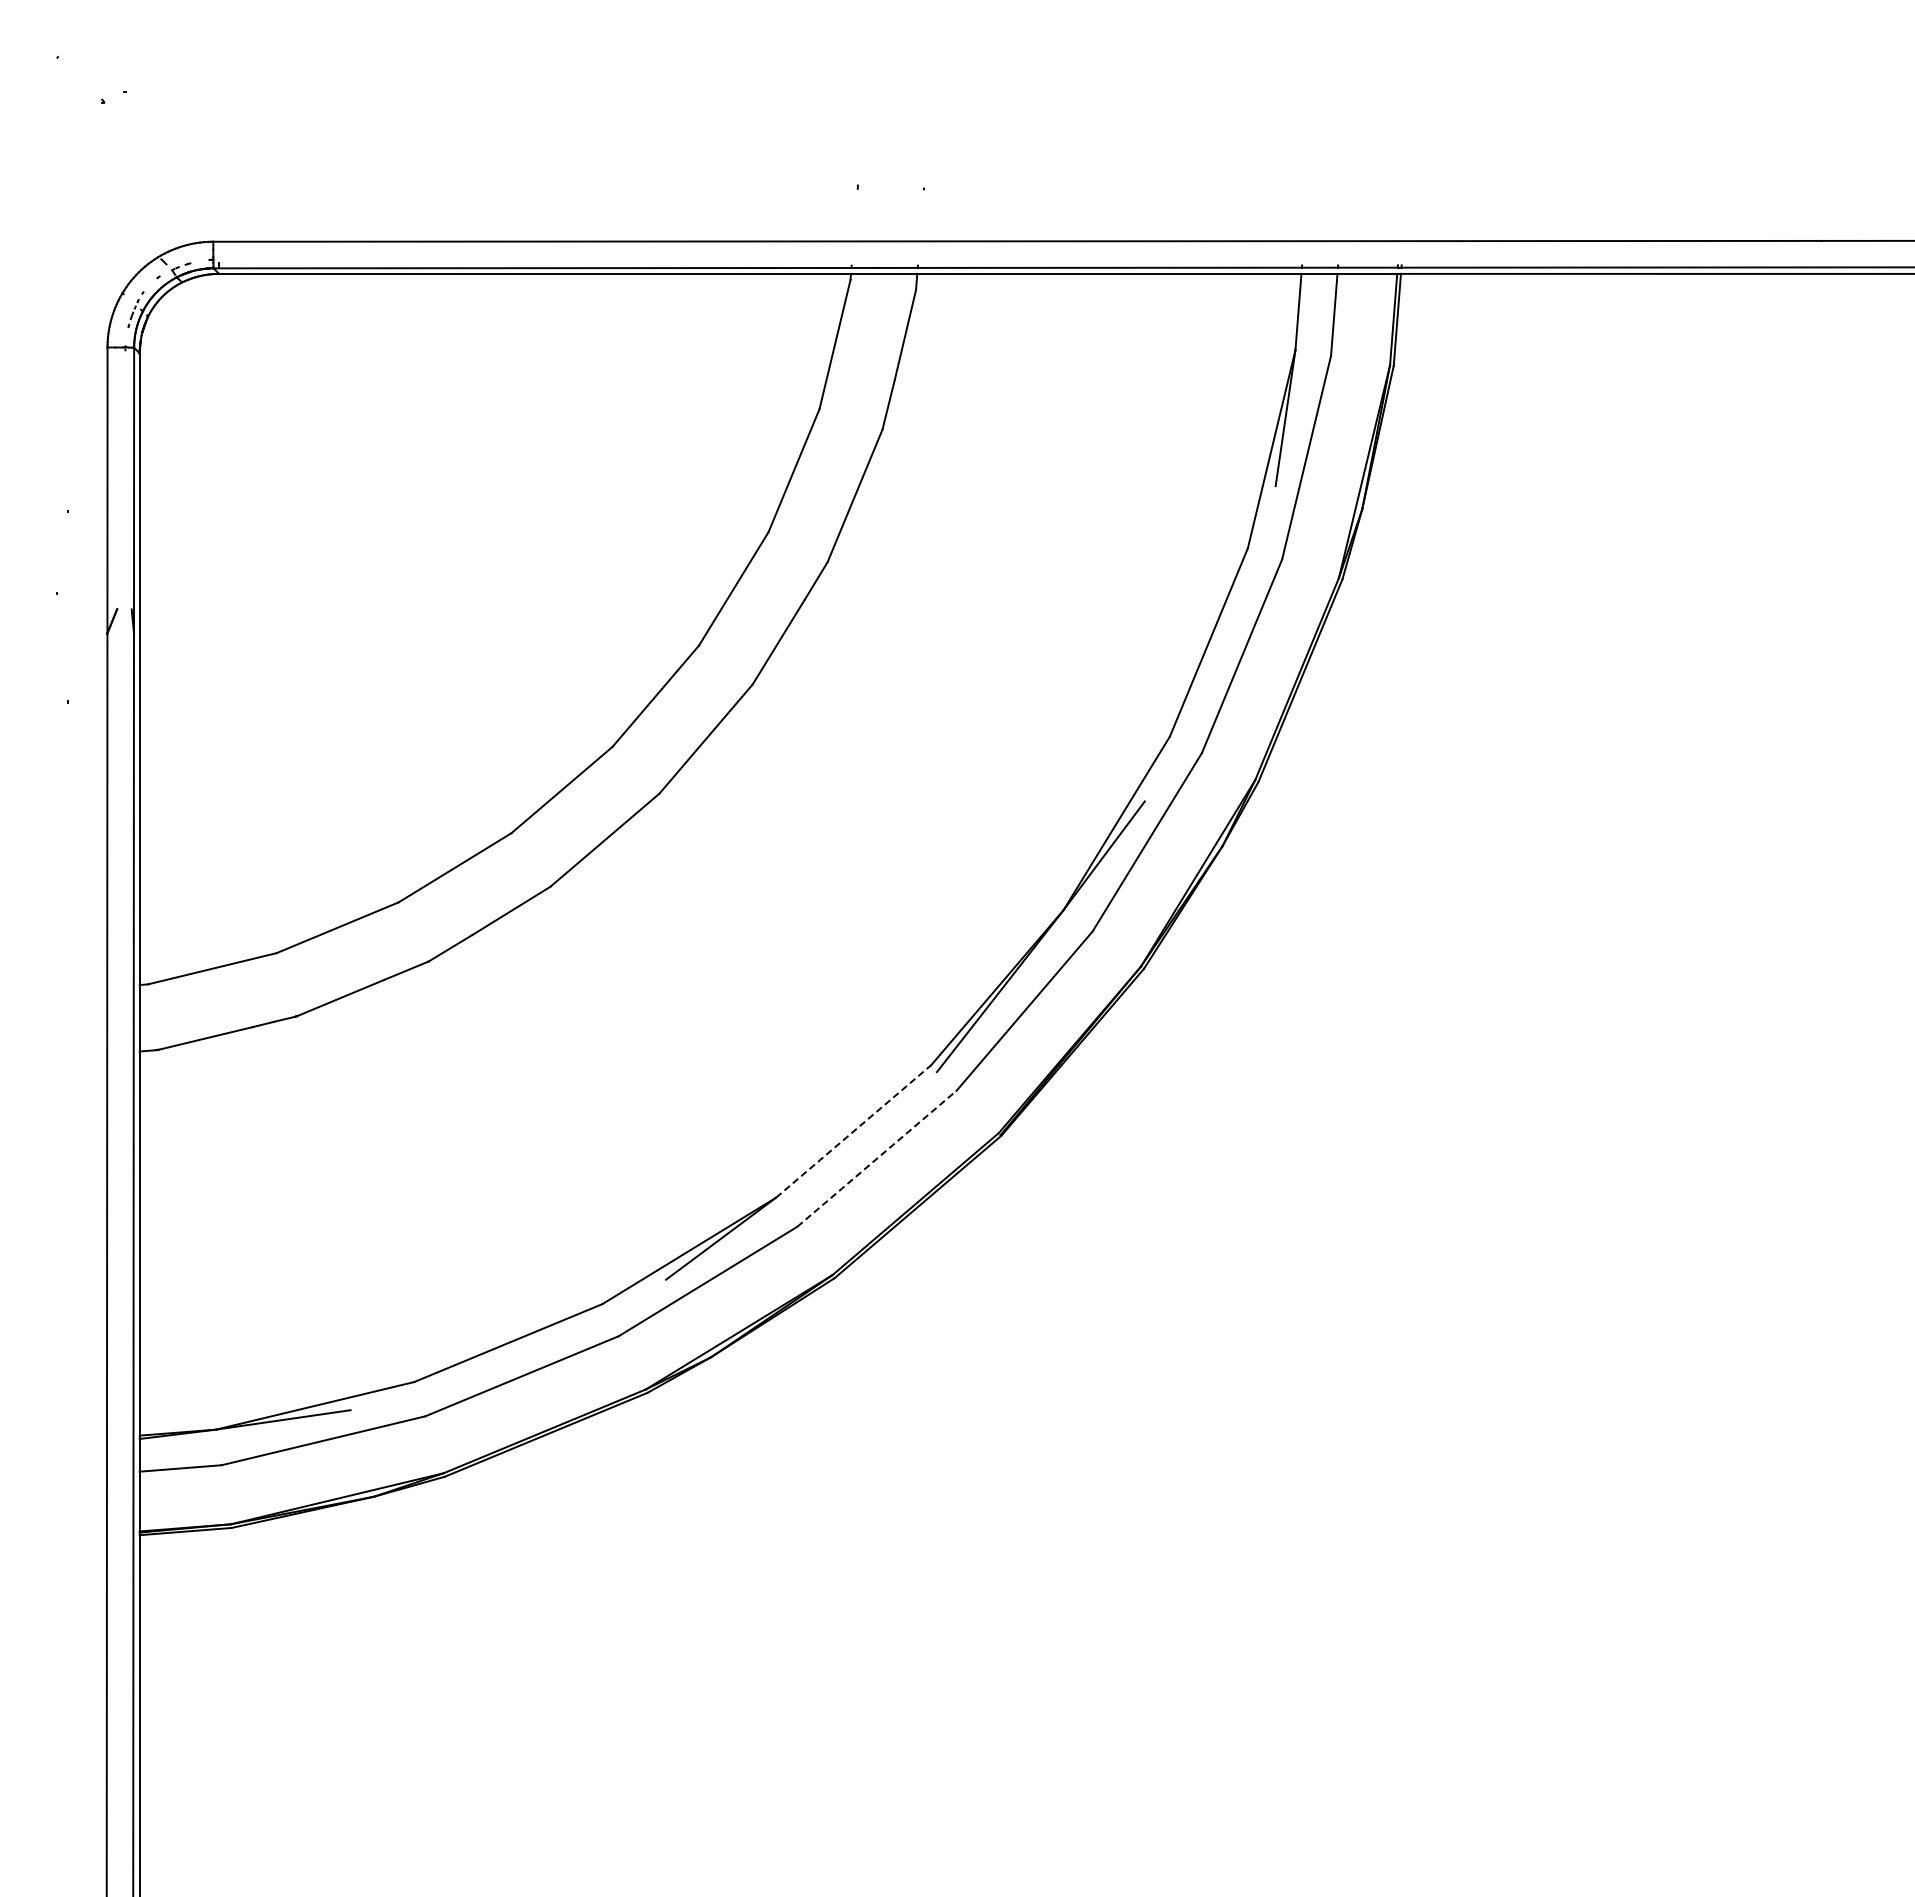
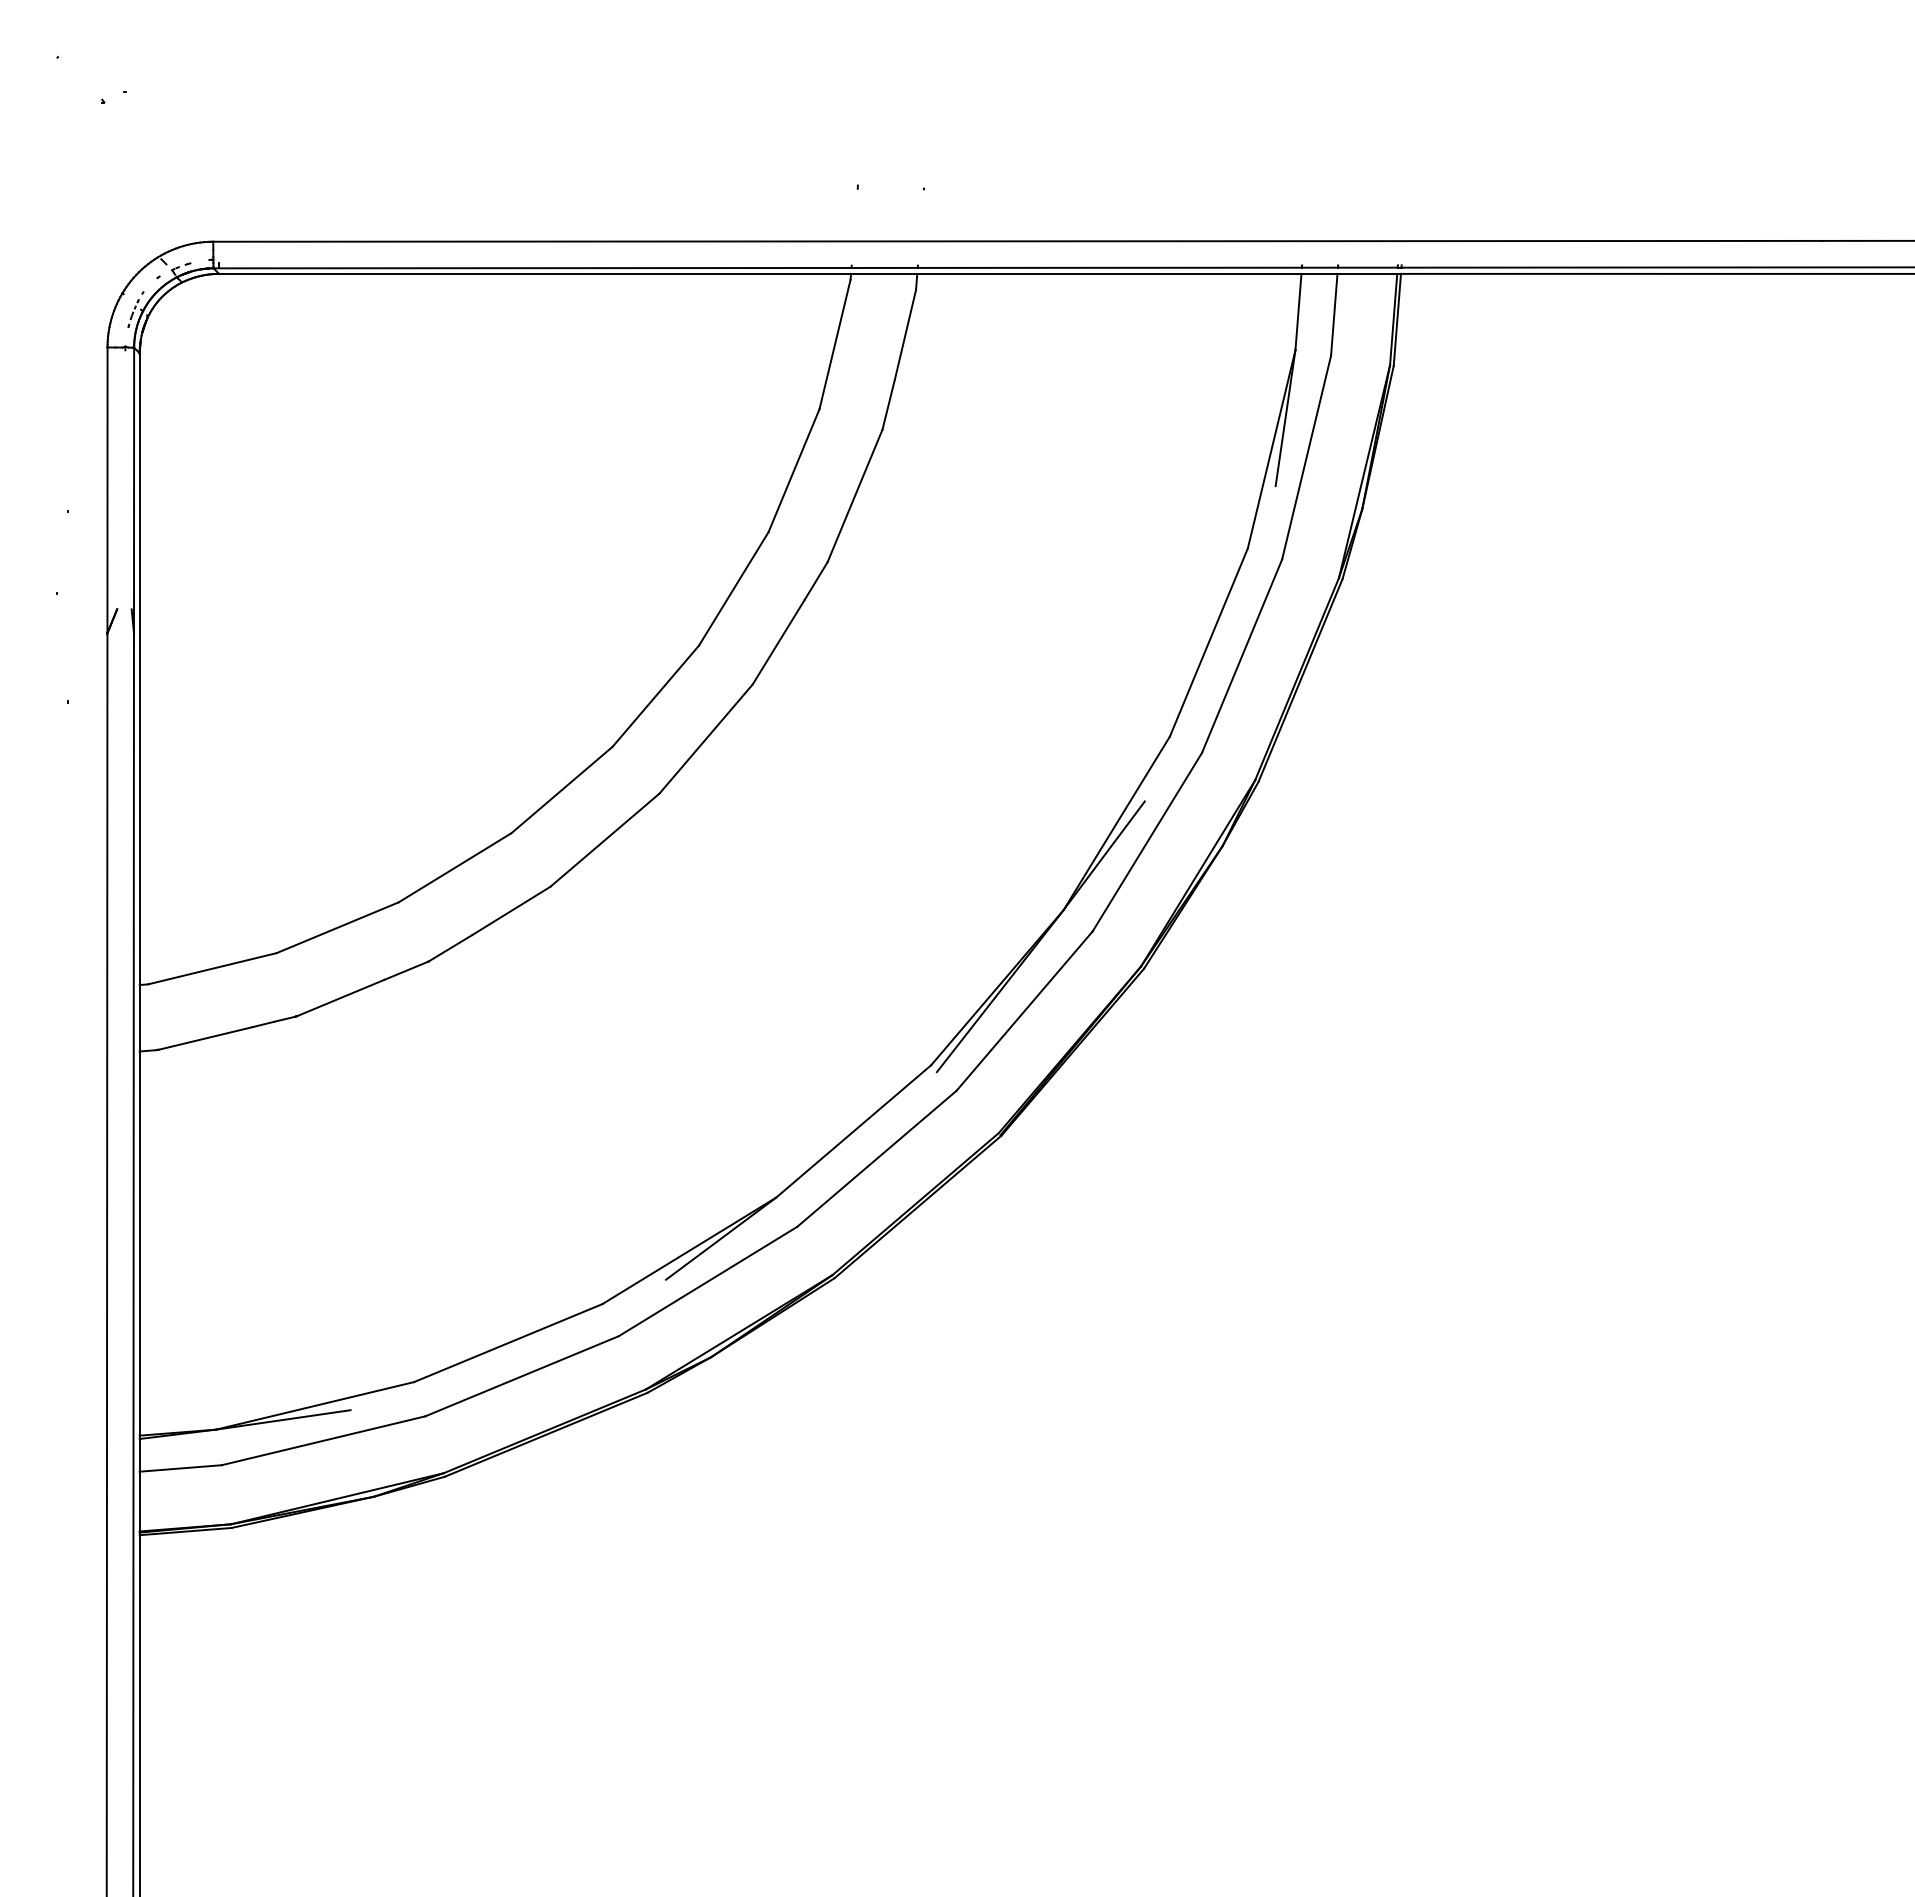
line at (853, 1131): dashed -> solid
line at (876, 1158): dashed -> solid
